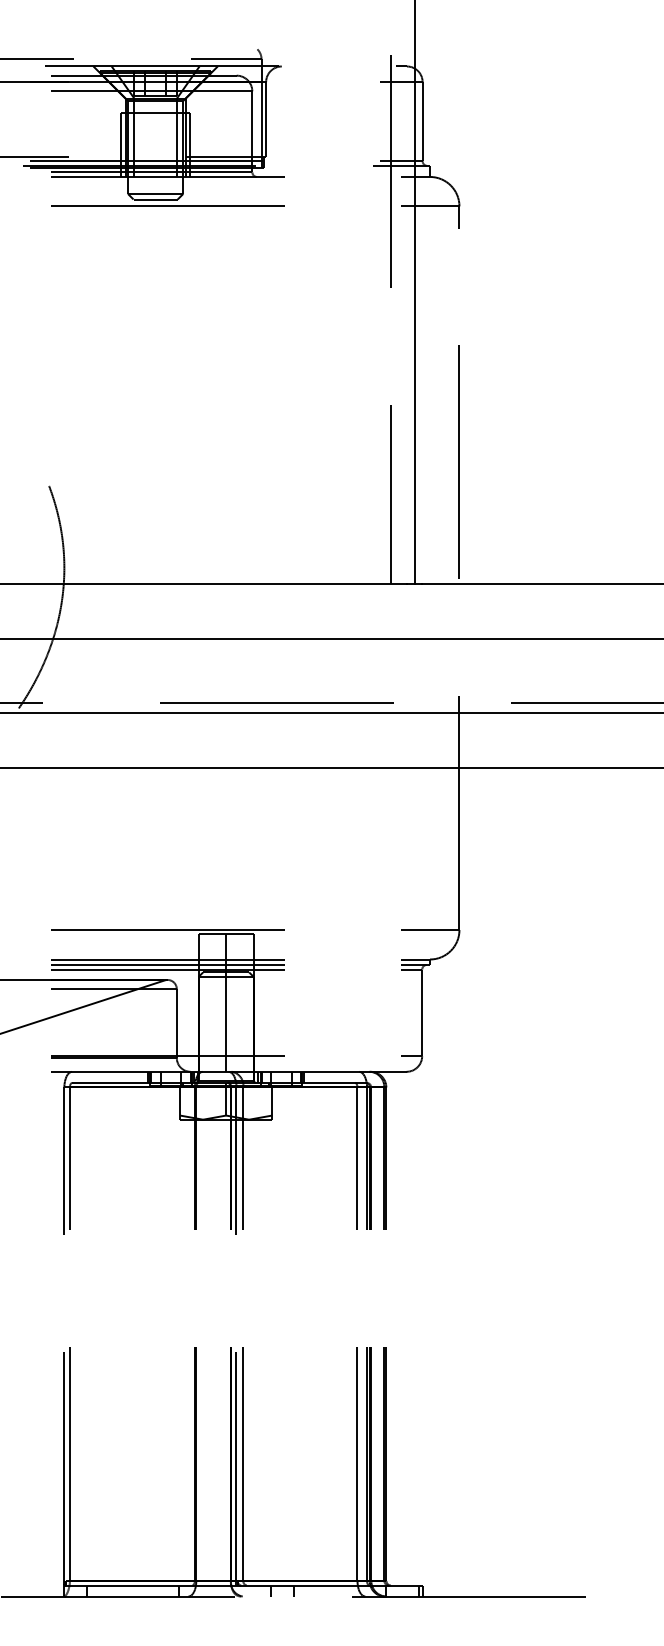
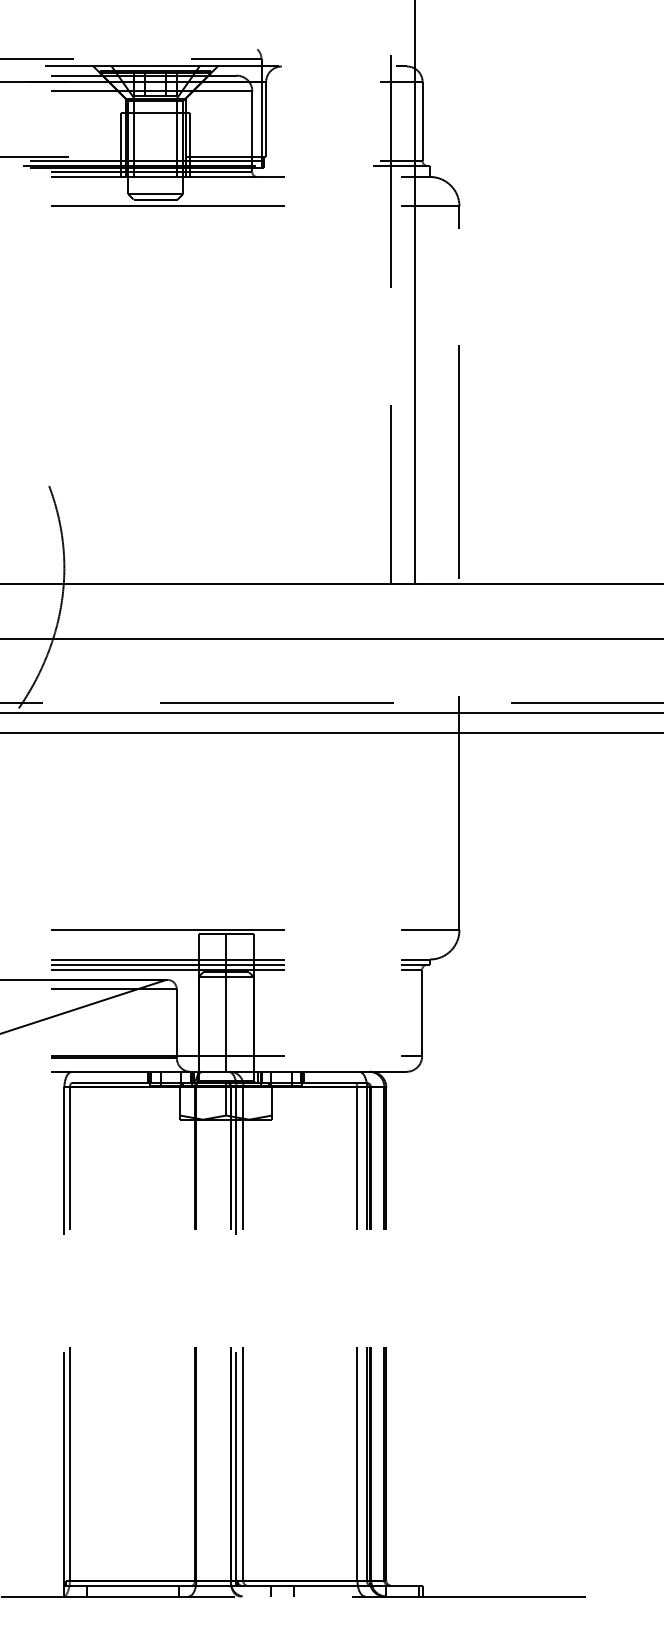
line at (331, 768) position: (331, 768) -> (331, 733)
